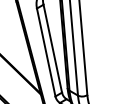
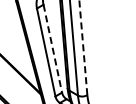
line at (52, 48): solid -> dashed
line at (83, 48): solid -> dashed
